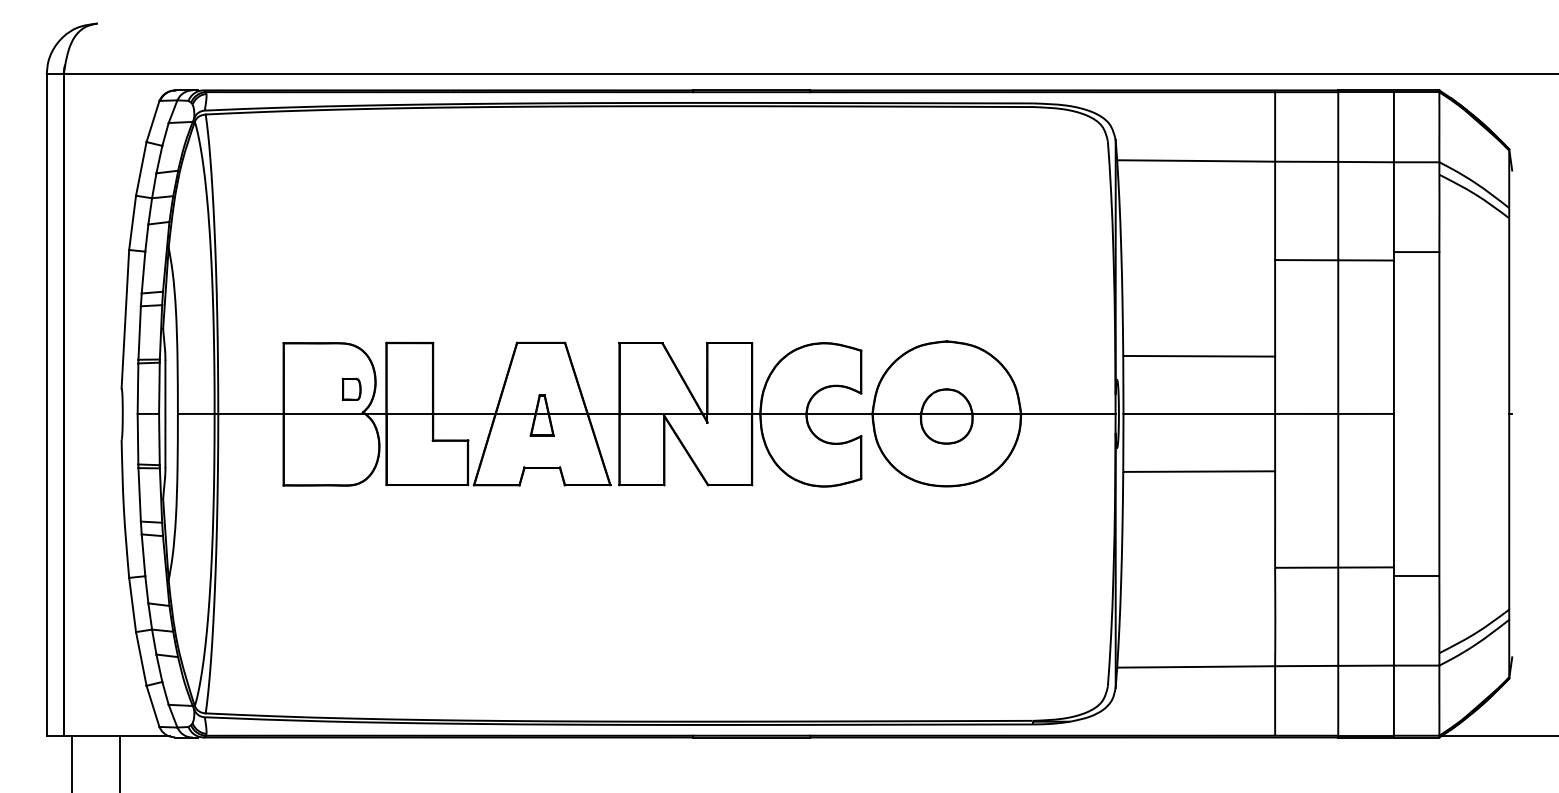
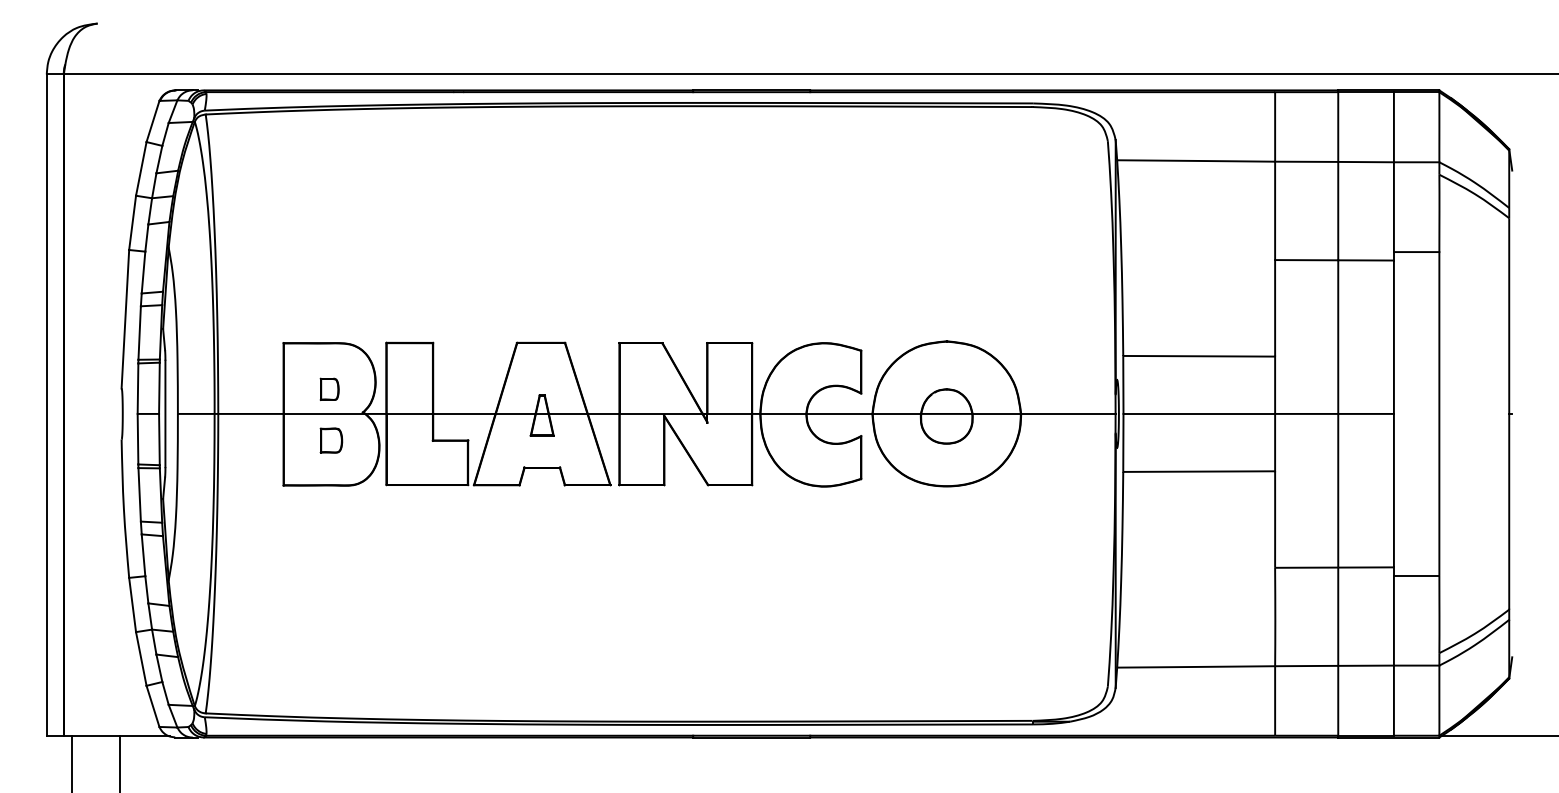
part at (351, 388) position: (351, 388) -> (329, 388)
part at (331, 440): none -> present
